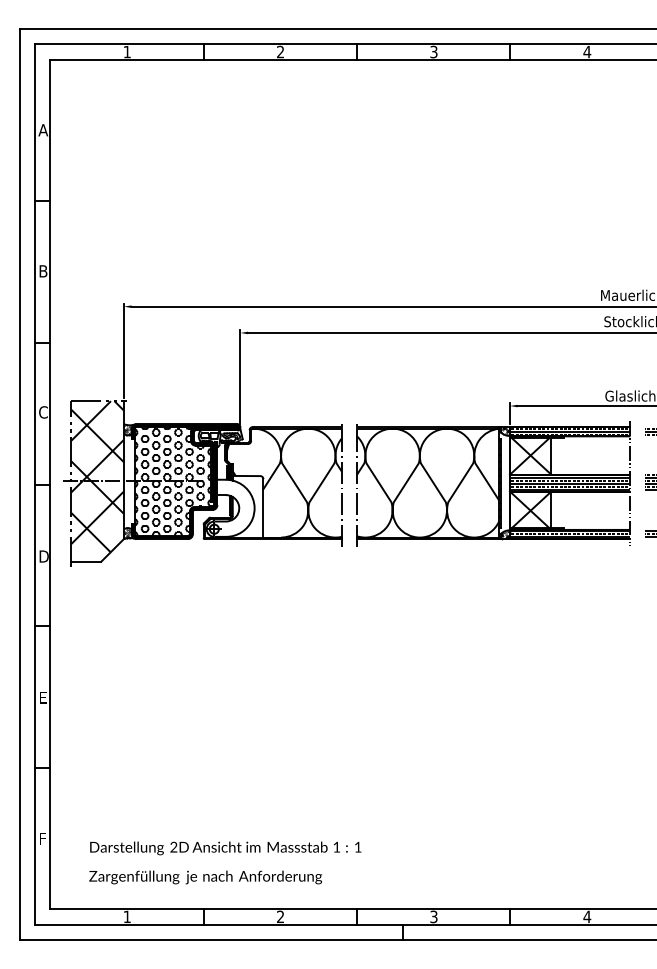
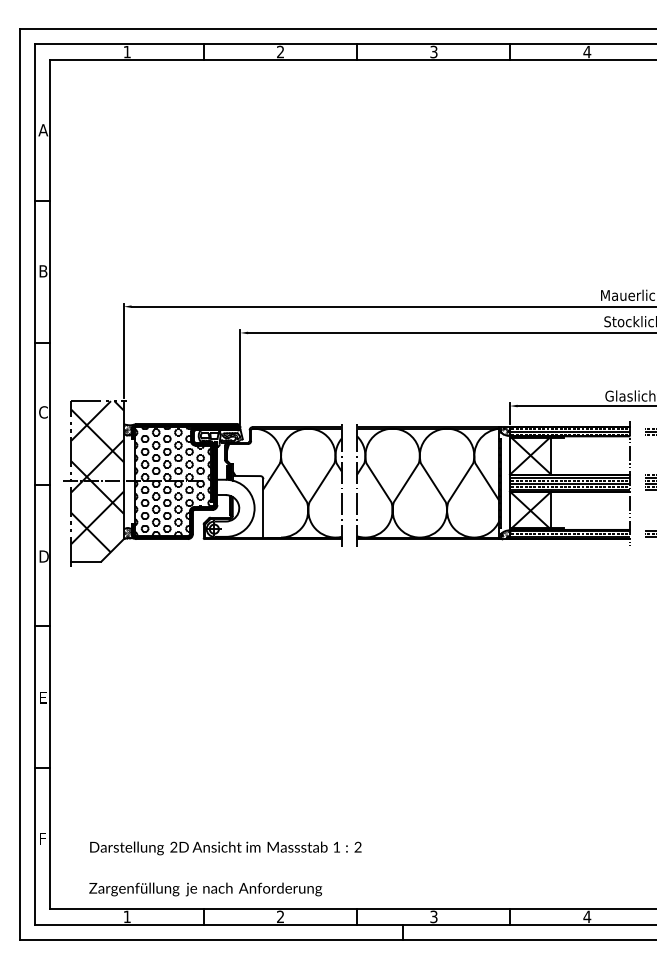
text at (357, 846): 1 -> 2
text at (205, 877) position: (205, 877) -> (205, 889)
